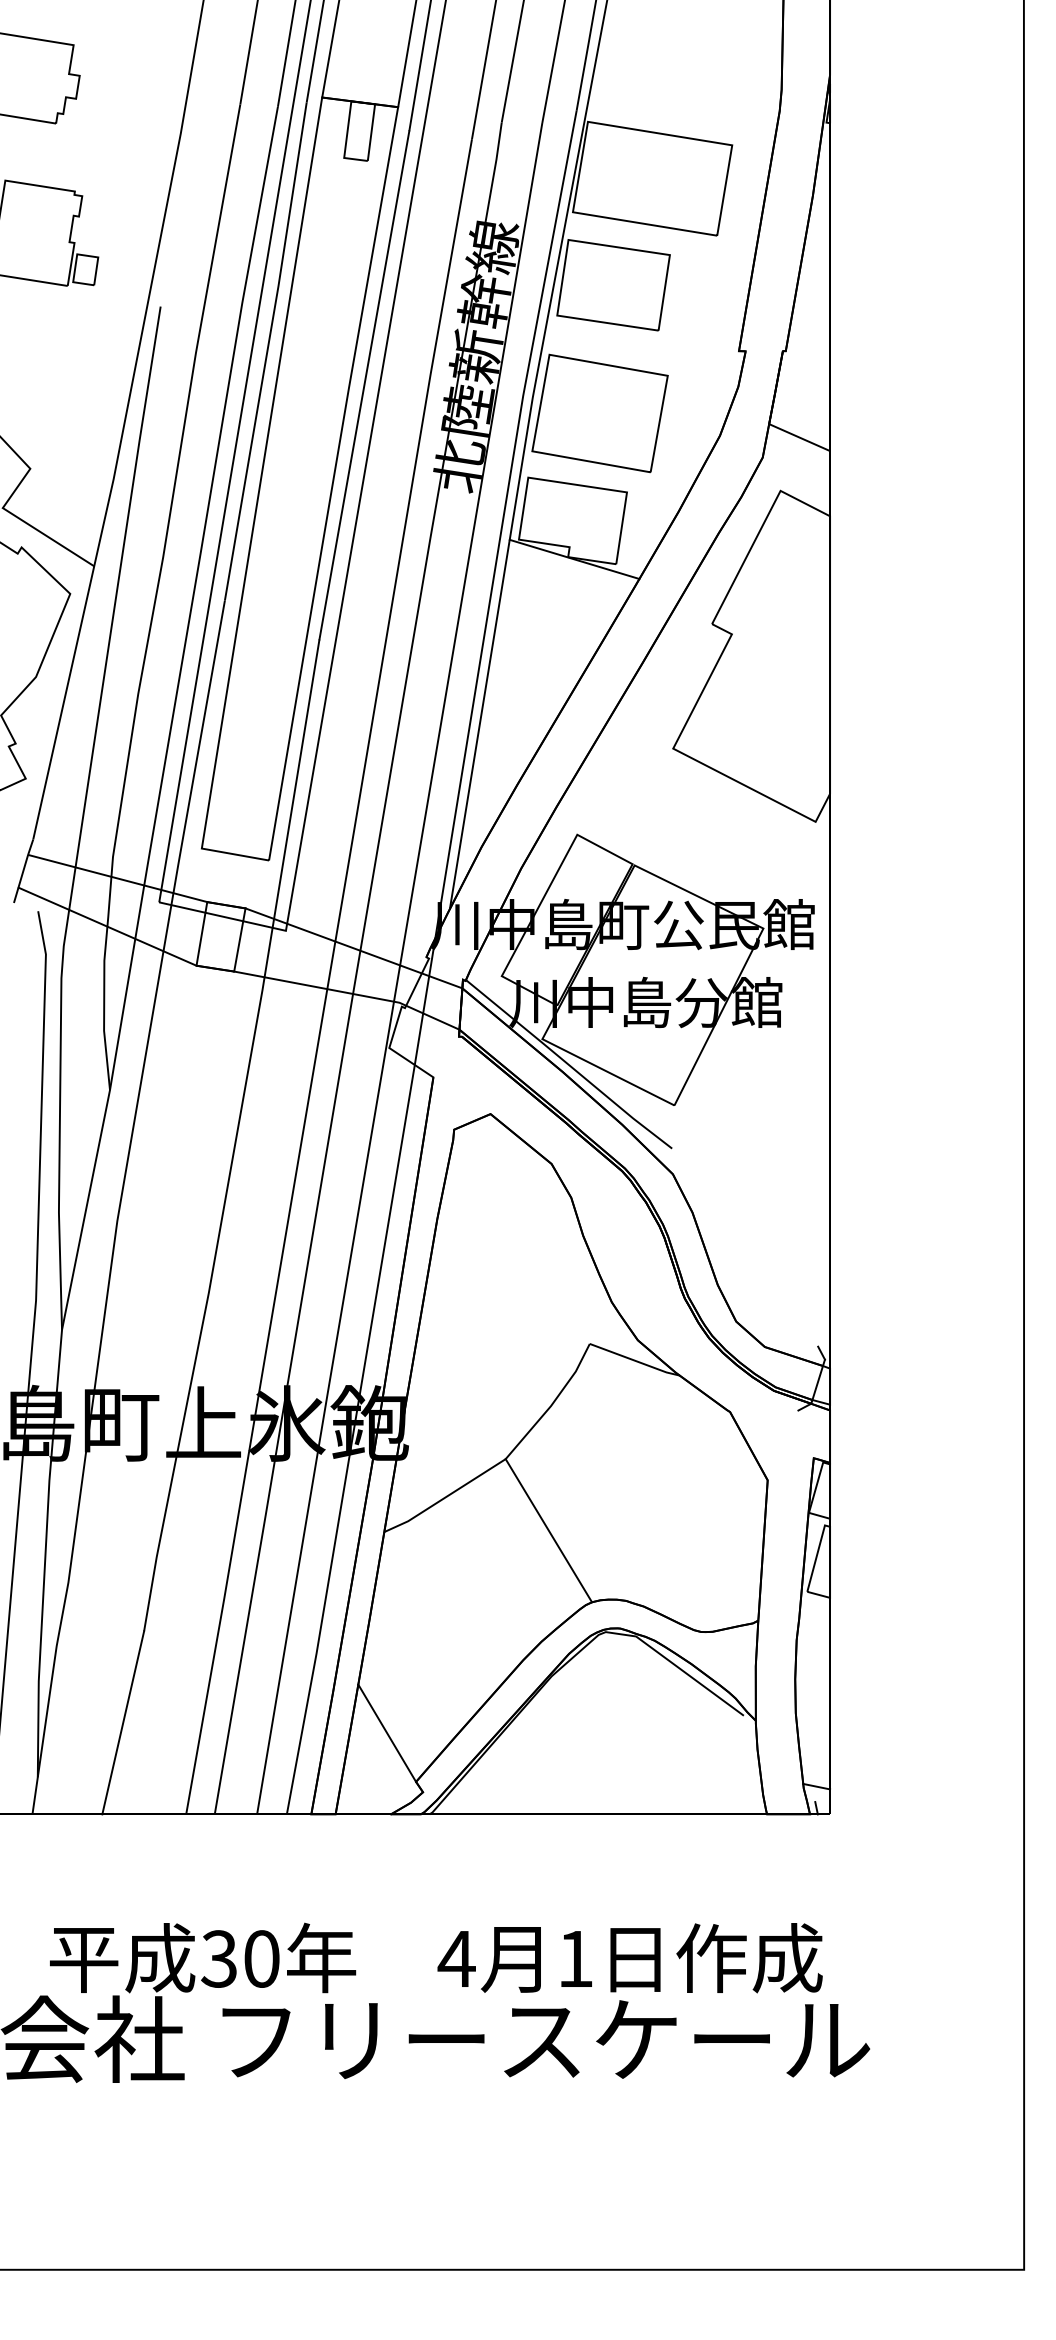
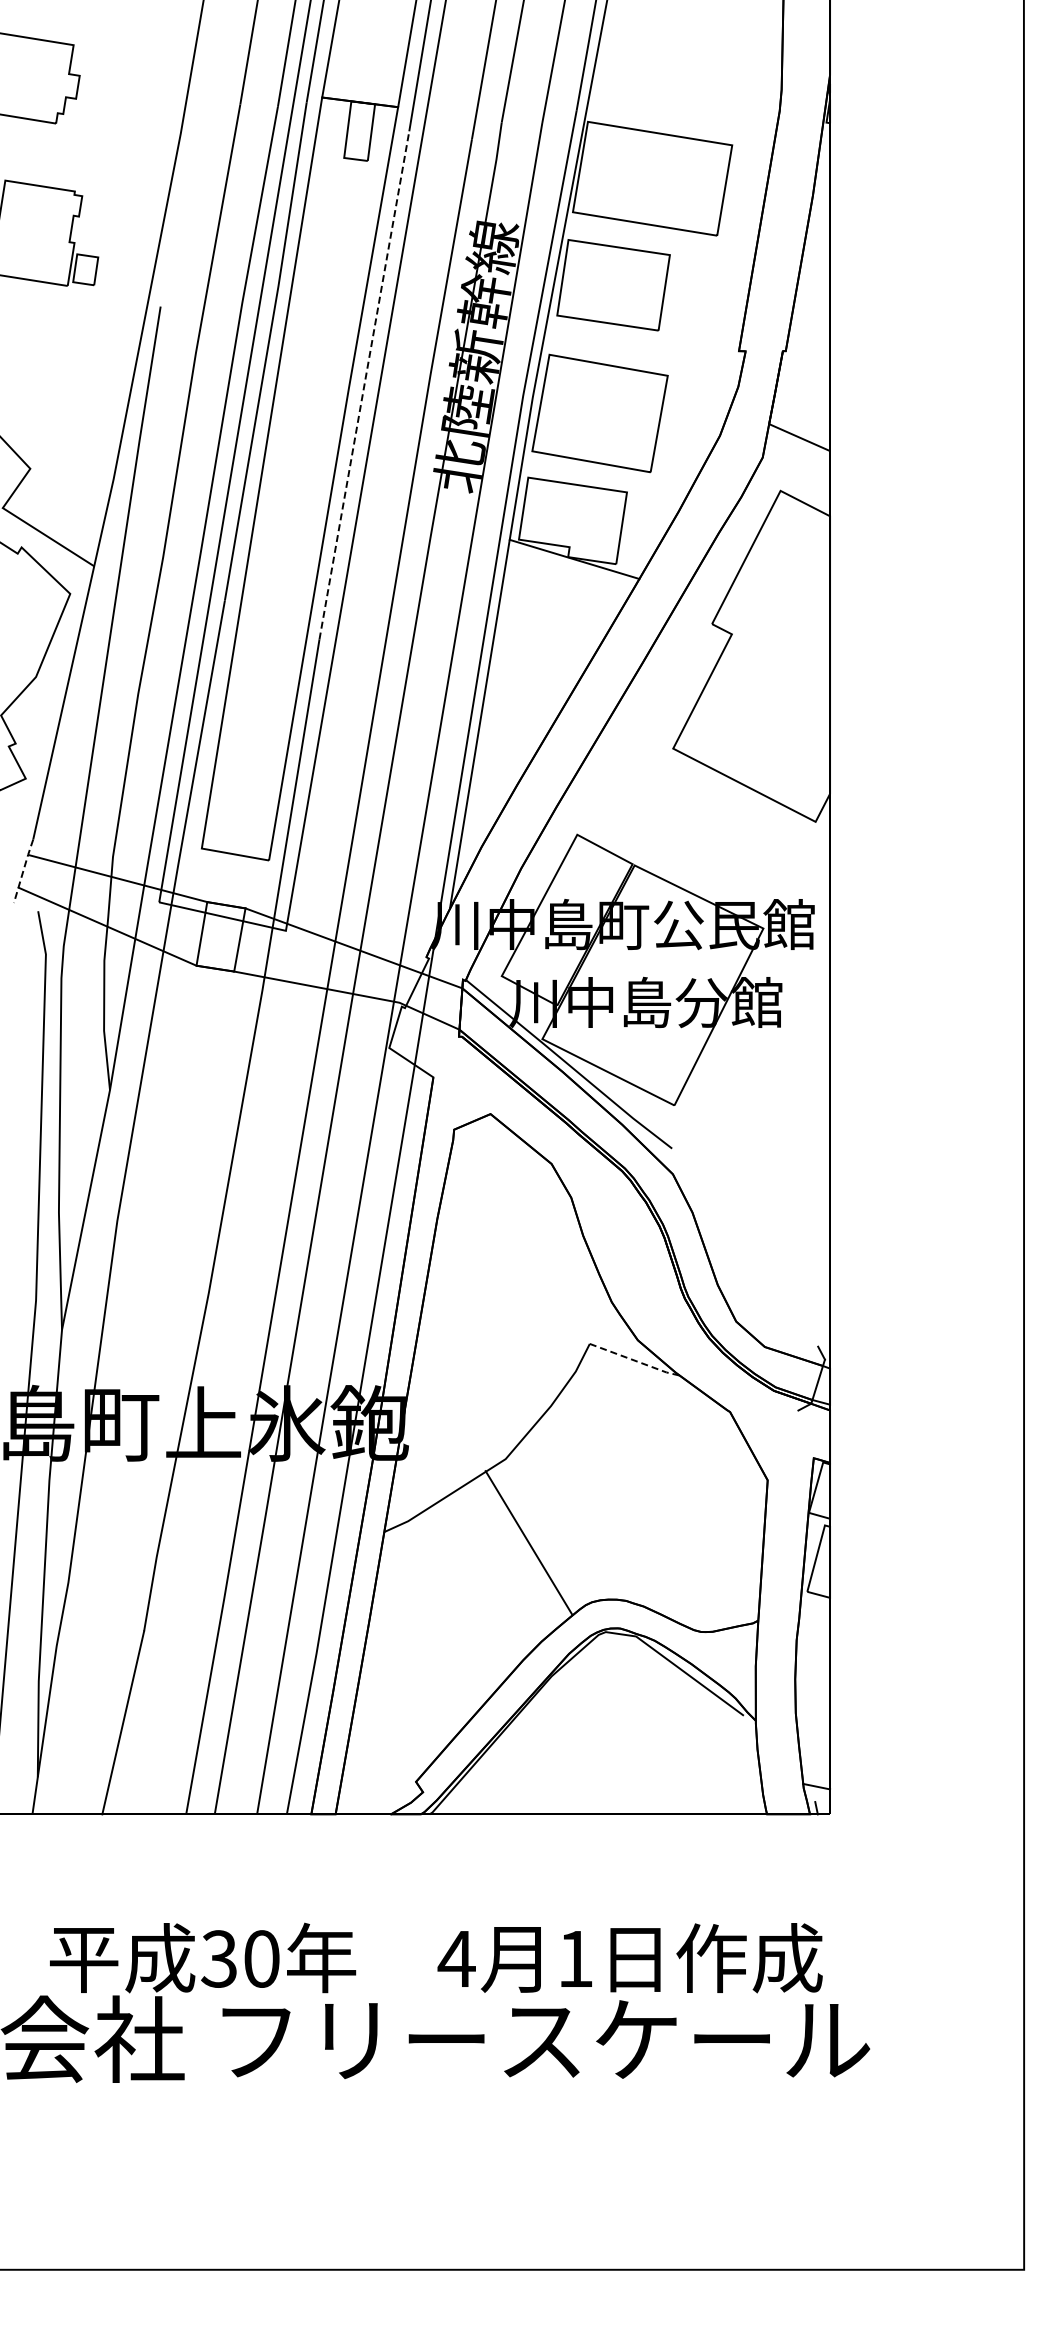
line at (364, 384): solid -> dashed
line at (23, 870): solid -> dashed
line at (635, 1360): solid -> dashed
line at (548, 1530) position: (548, 1530) -> (528, 1542)
line at (387, 1732): present -> none
